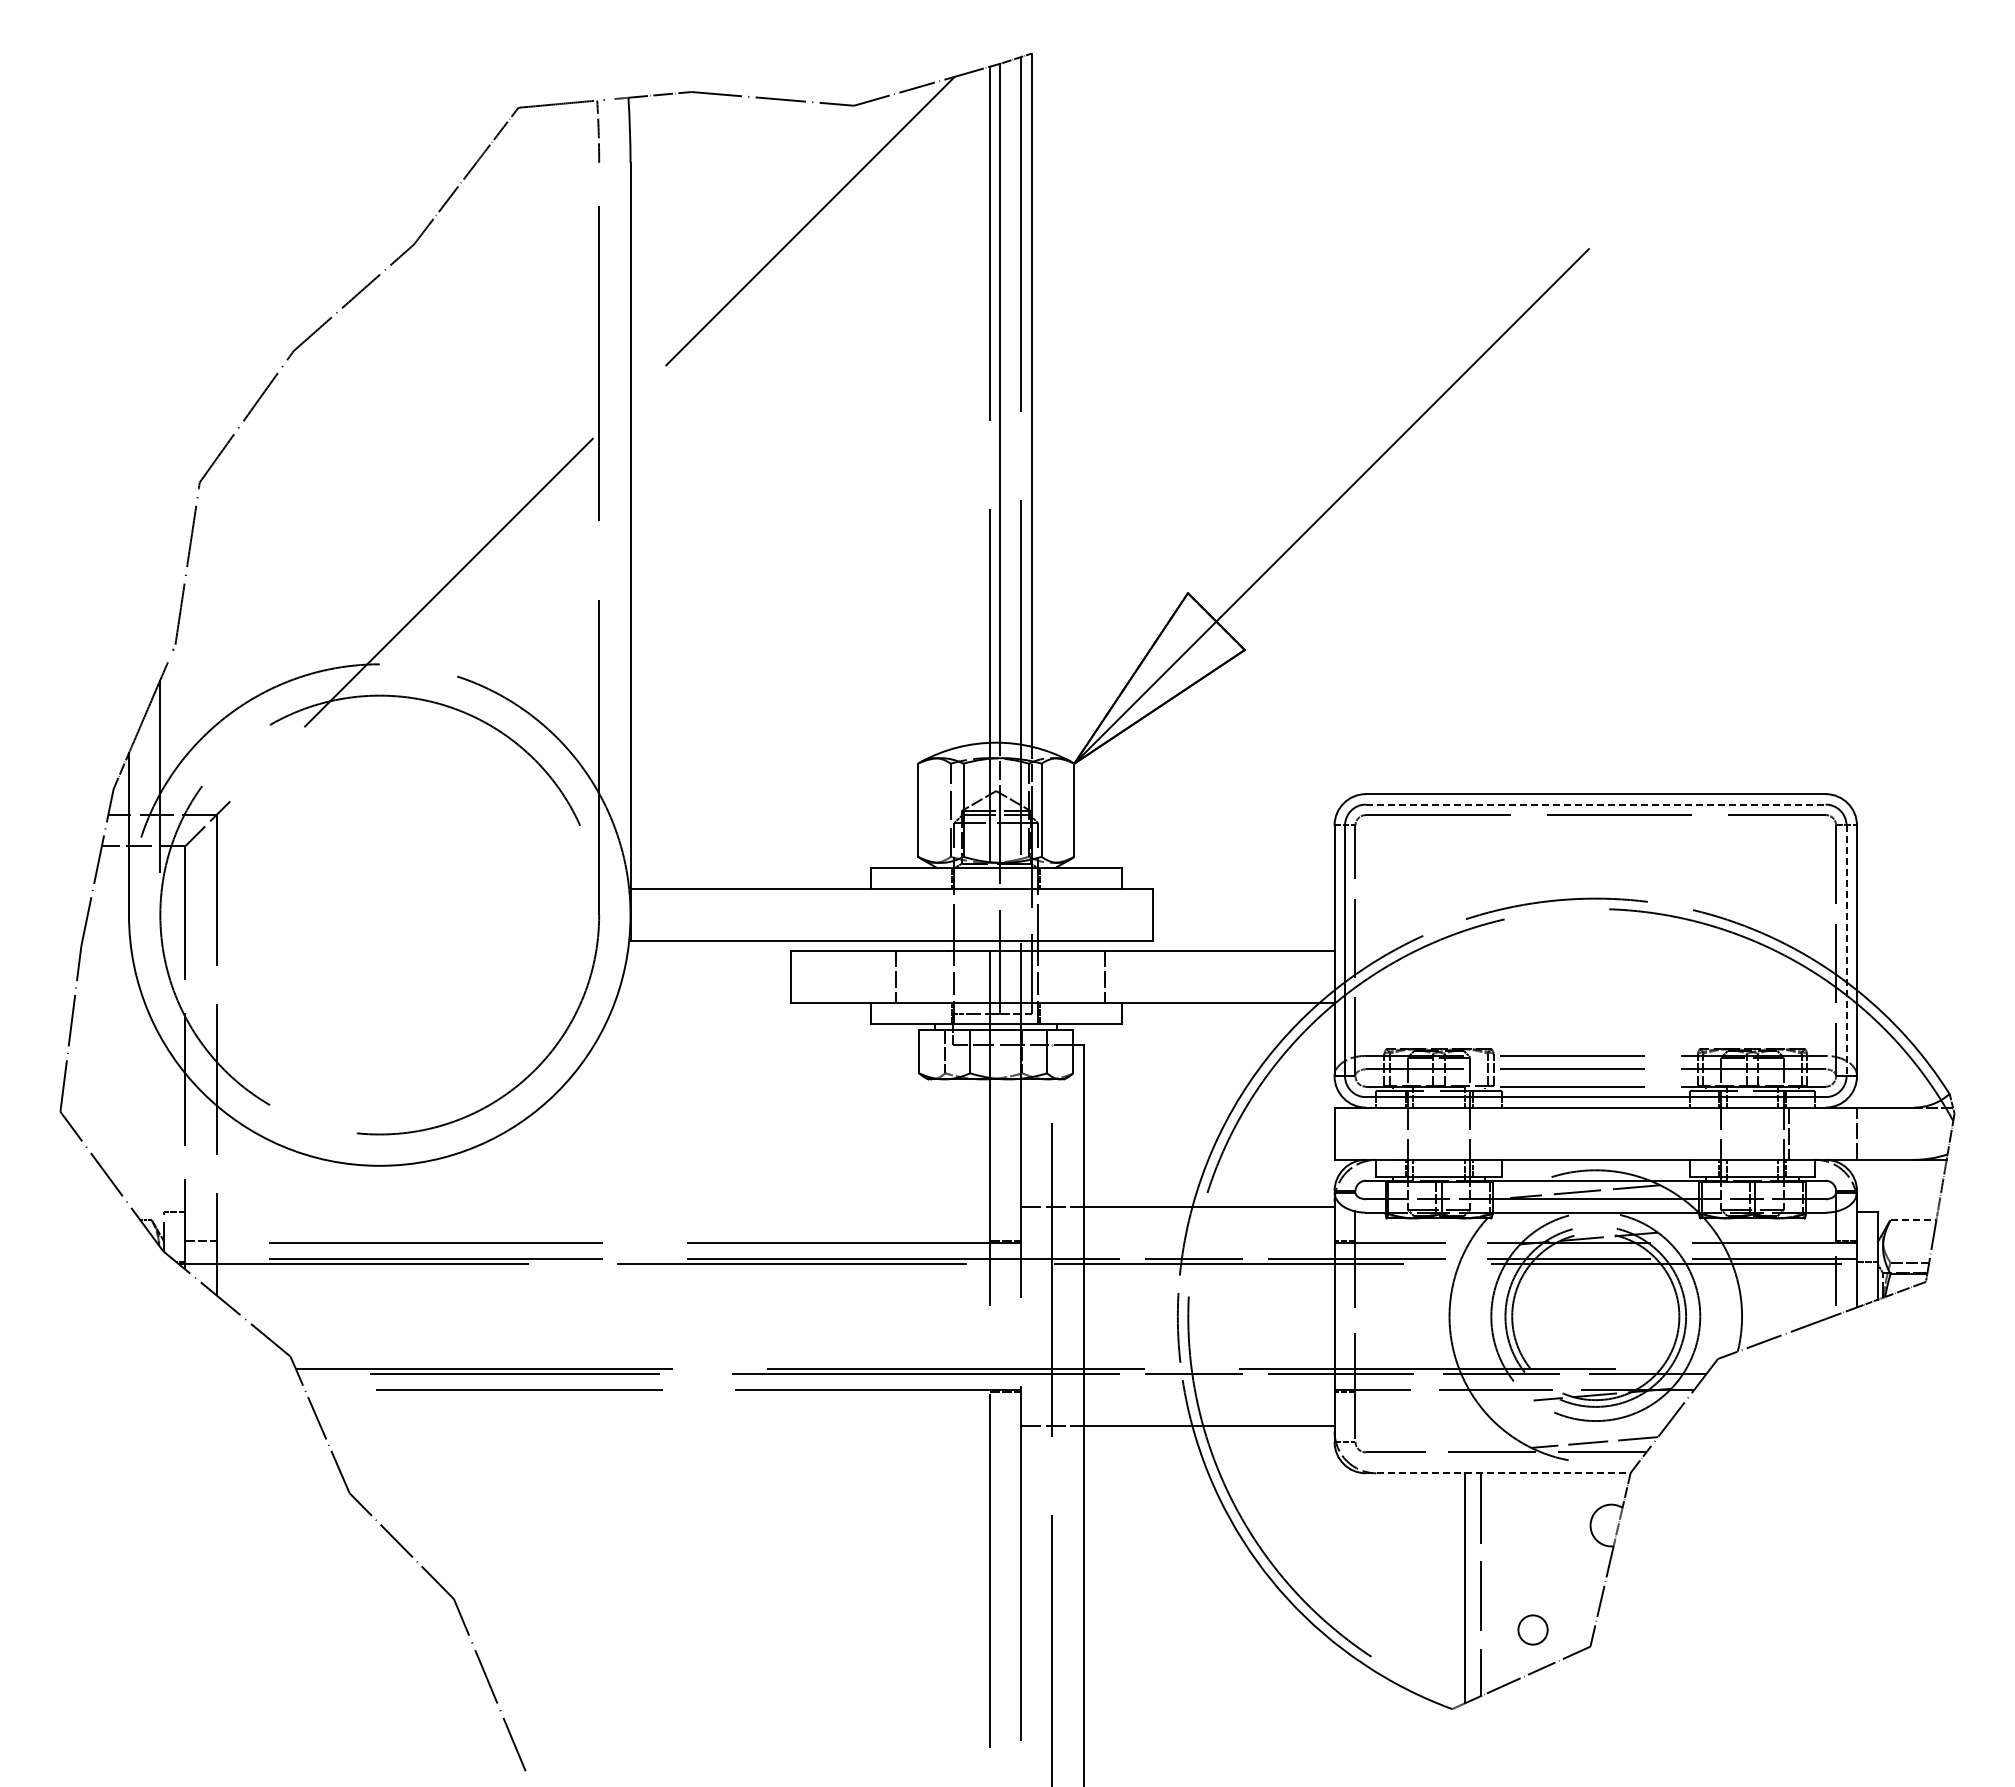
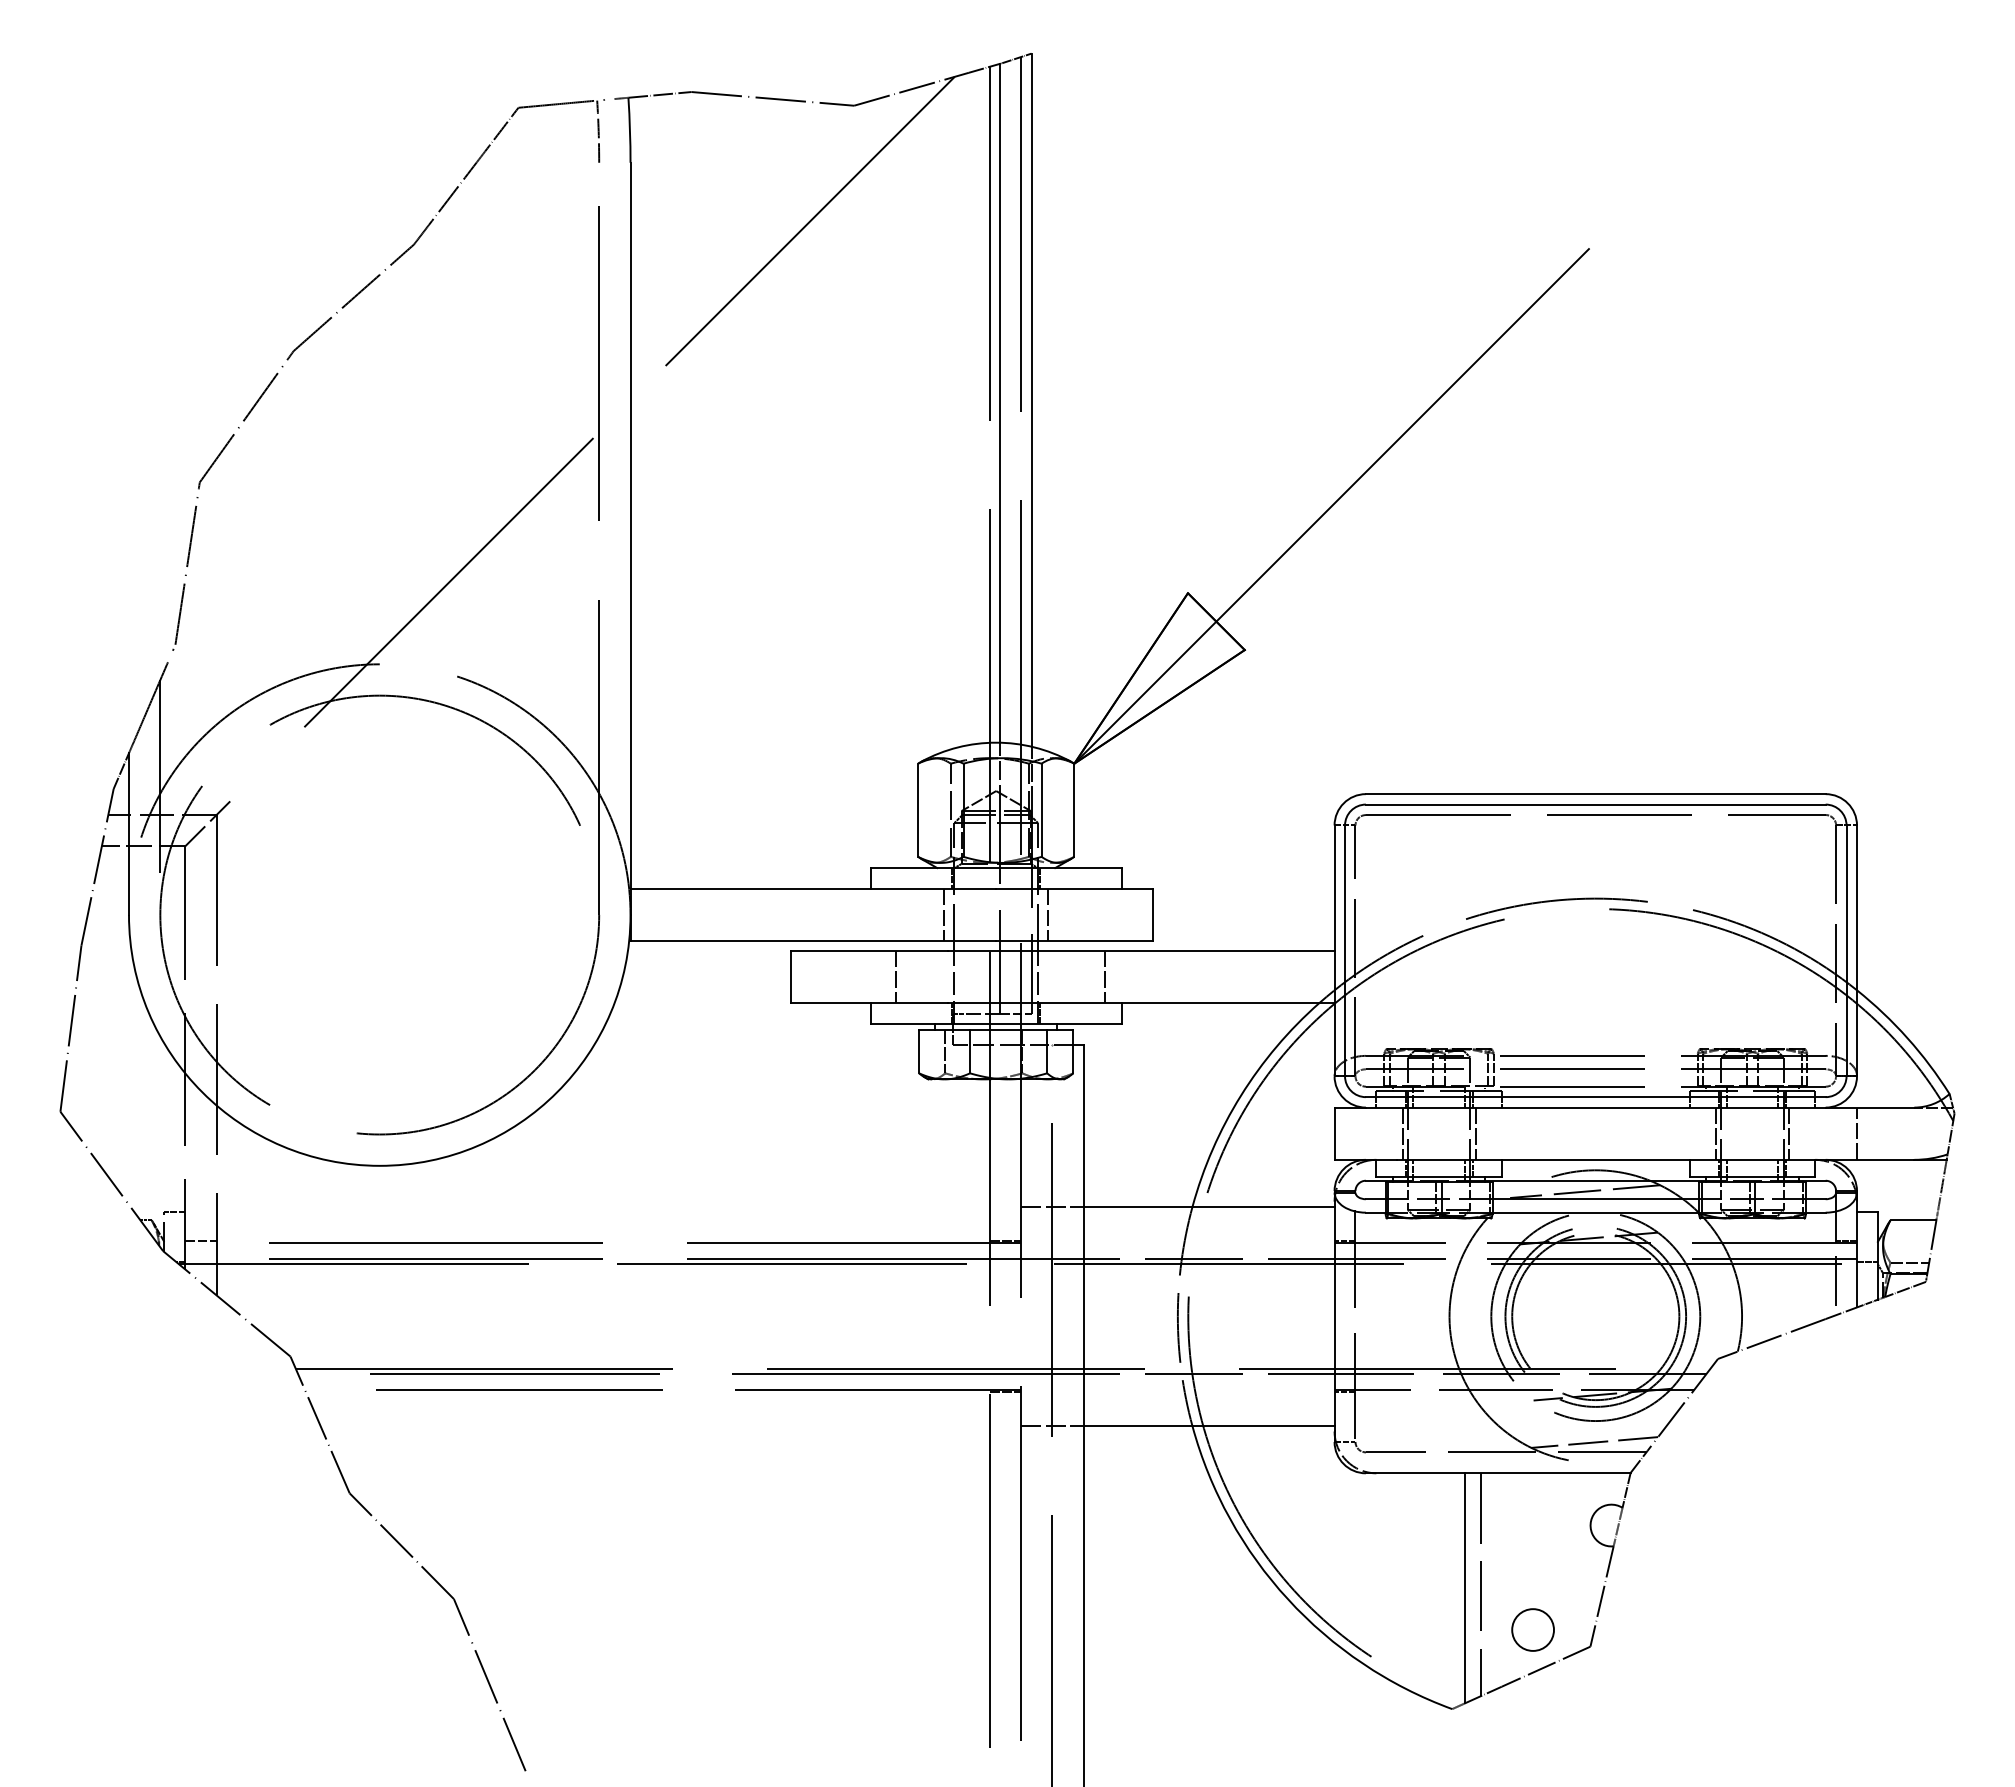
line at (1595, 804): dashed -> solid
line at (943, 914): none -> present
line at (1048, 914): none -> present
line at (1846, 951): dashed -> solid
line at (1402, 1133): none -> present
line at (1475, 1133): none -> present
line at (1715, 1133): none -> present
line at (1913, 1220): dashed -> solid
line at (1498, 1473): dashed -> solid
circle at (1532, 1629) size: 32x32 px -> 44x44 px
